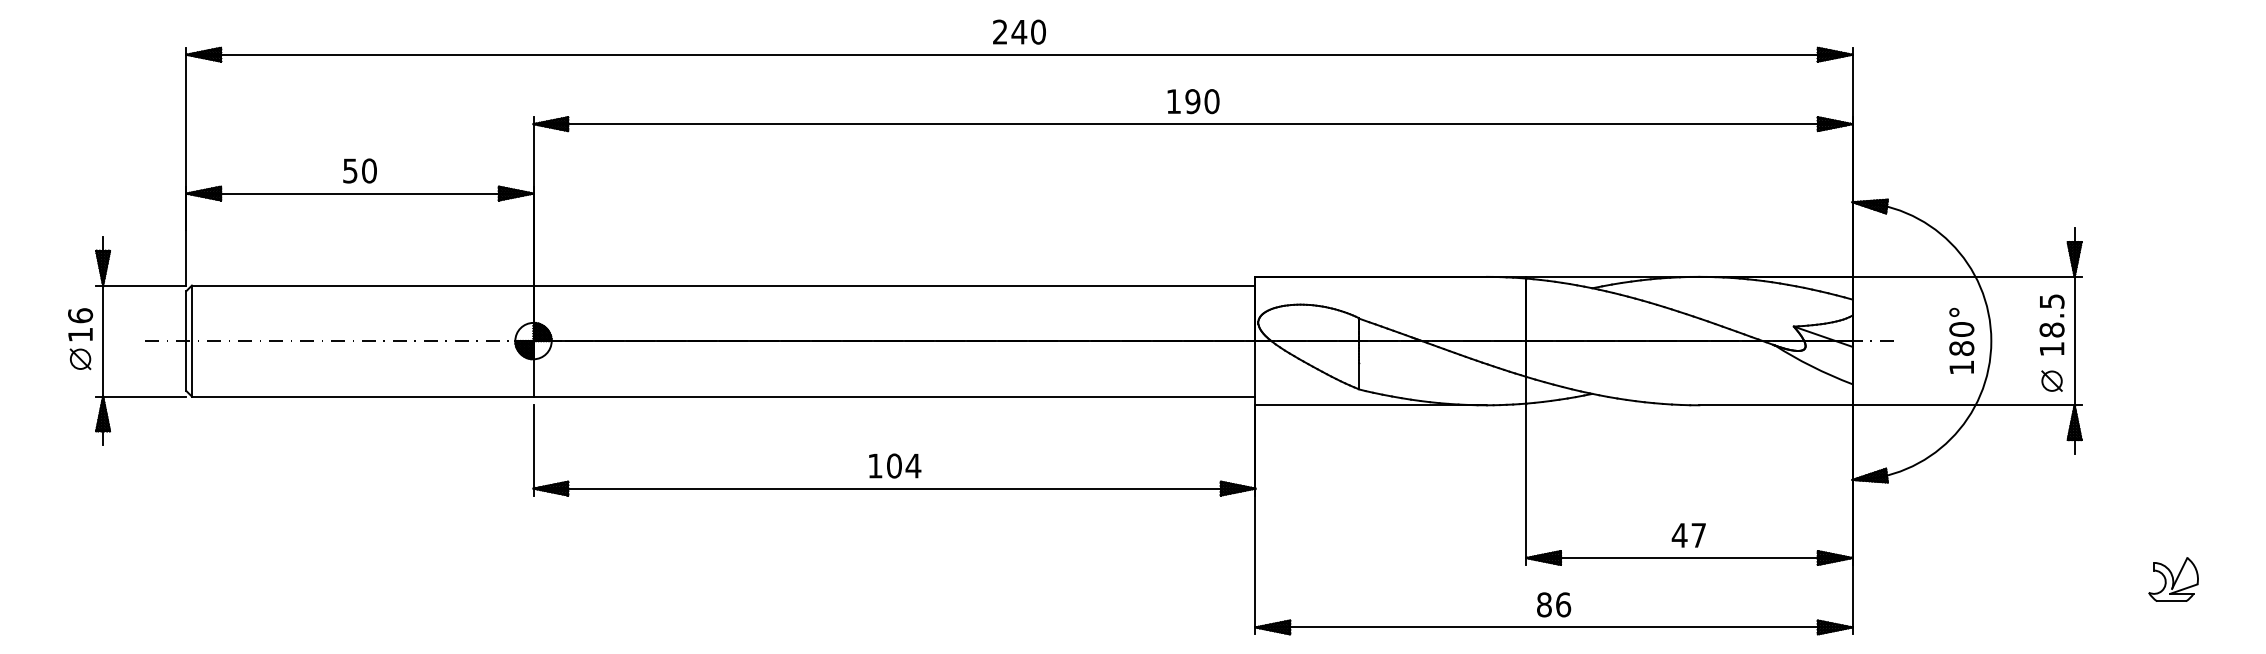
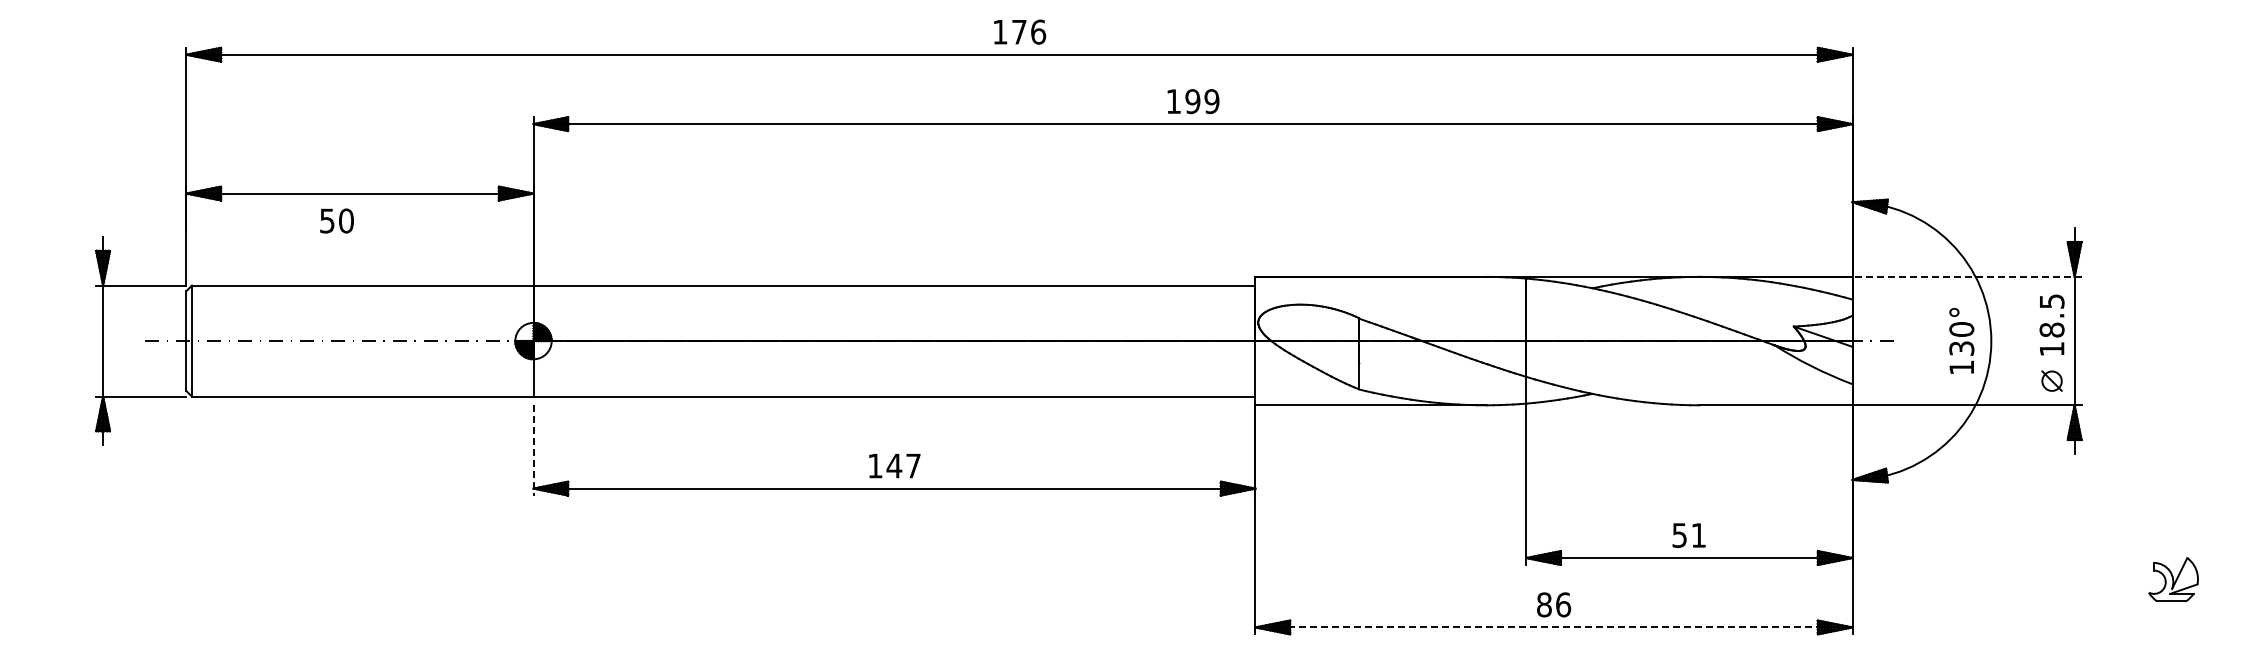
text at (1019, 31): 240 -> 176
text at (1211, 101): 190 -> 199
text at (359, 170) position: (359, 170) -> (336, 220)
line at (1967, 276): solid -> dashed
part at (80, 339): present -> none
text at (1961, 348): 180° -> 130°
line at (533, 450): solid -> dashed
text at (903, 465): 104 -> 147
text at (1688, 535): 47 -> 51
line at (1553, 627): solid -> dashed
